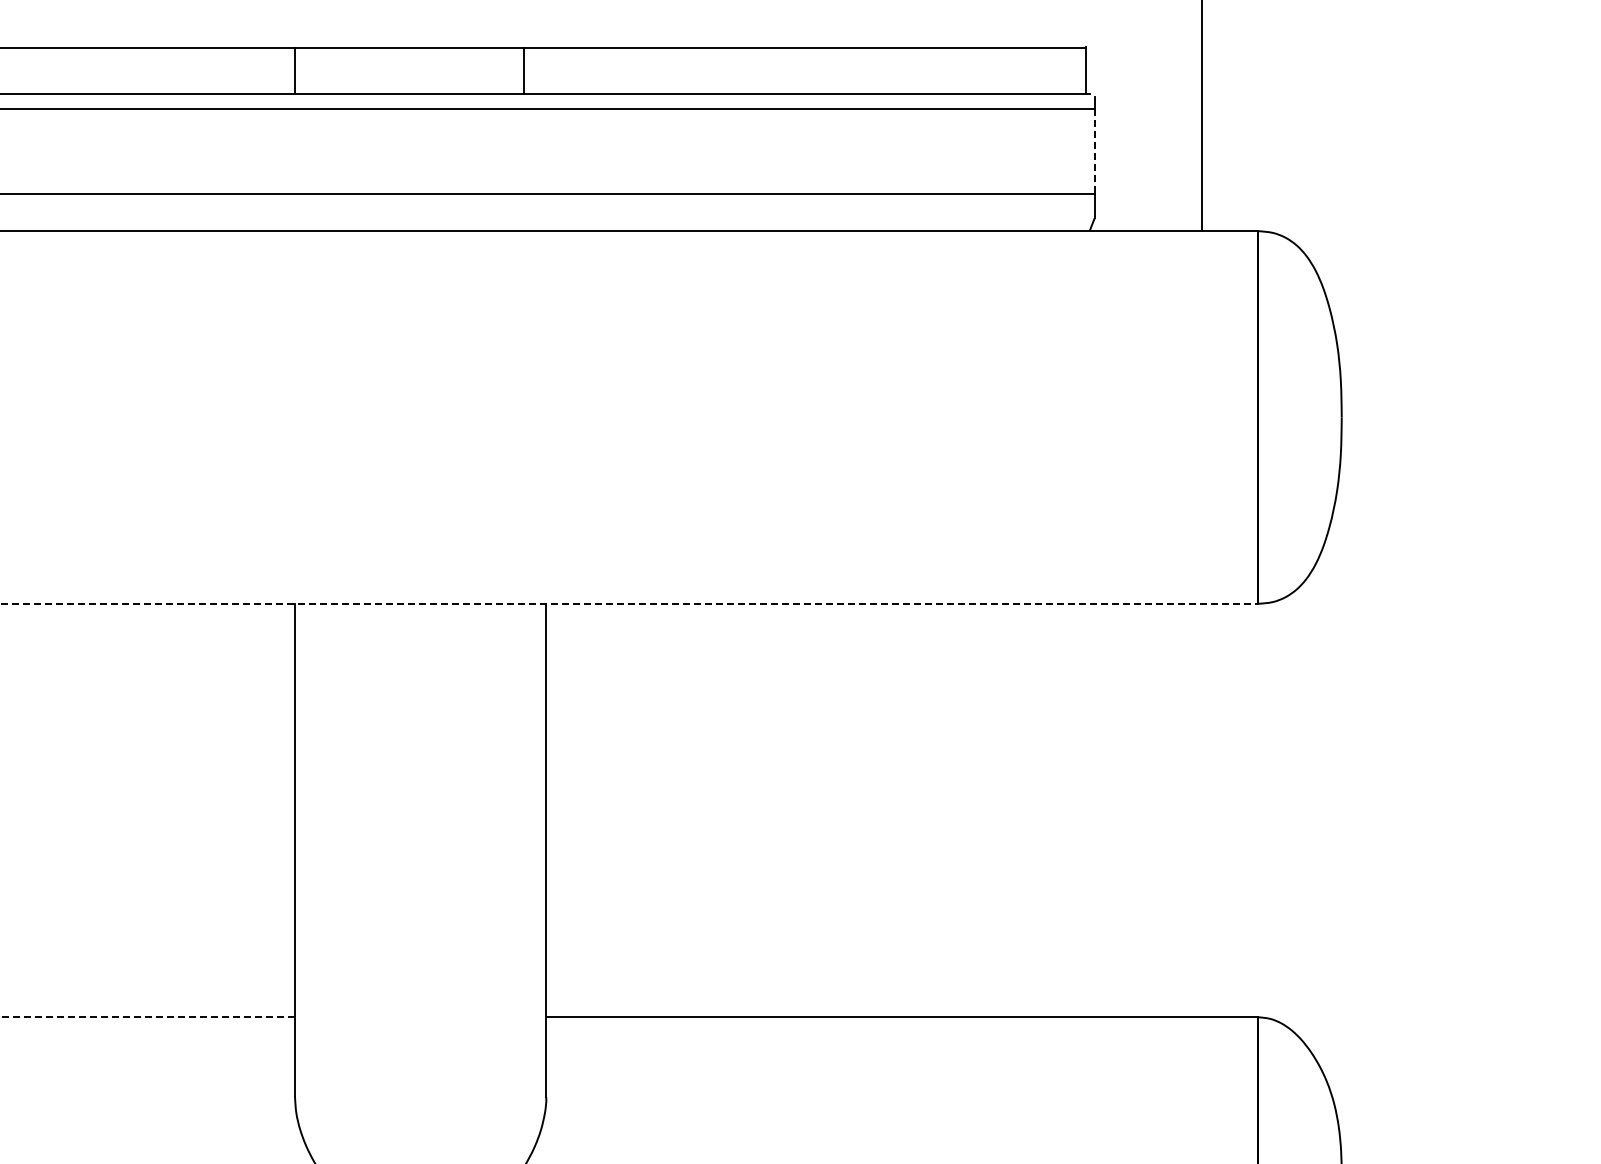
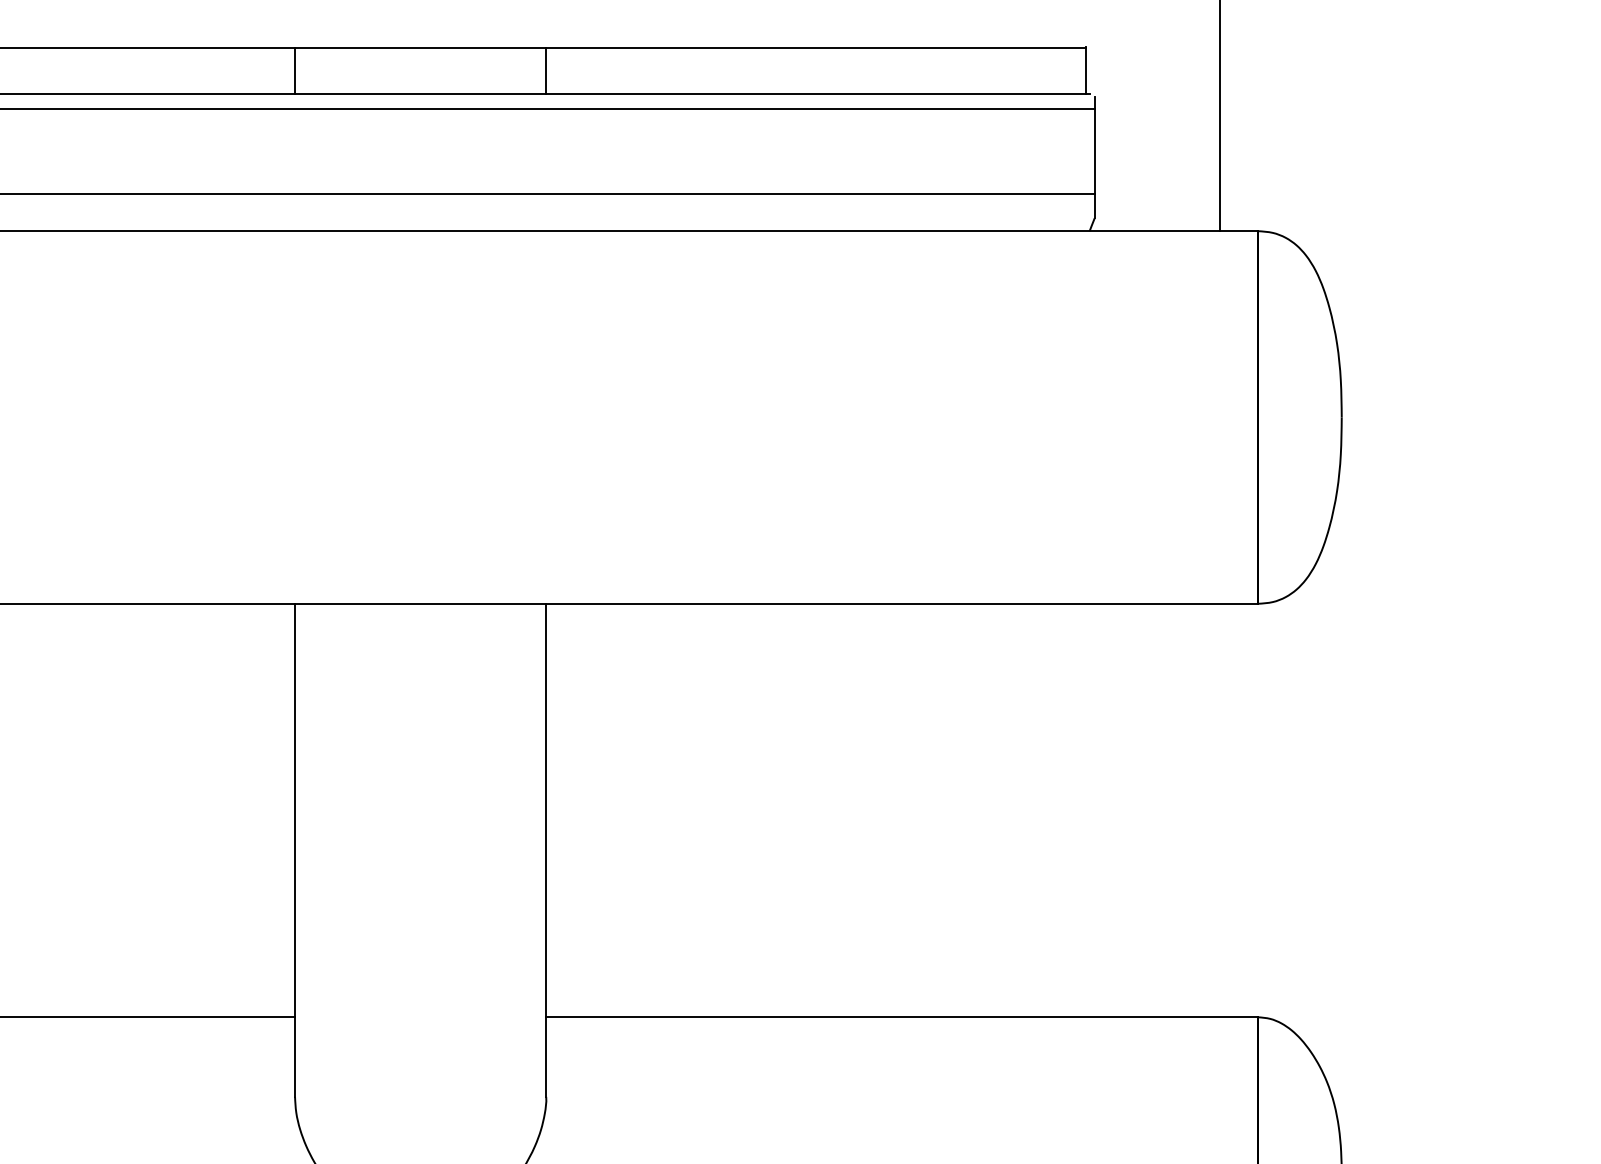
line at (524, 70) position: (524, 70) -> (546, 70)
line at (1202, 116) position: (1202, 116) -> (1220, 116)
line at (1094, 151): dashed -> solid
line at (629, 603): dashed -> solid
line at (147, 1017): dashed -> solid
